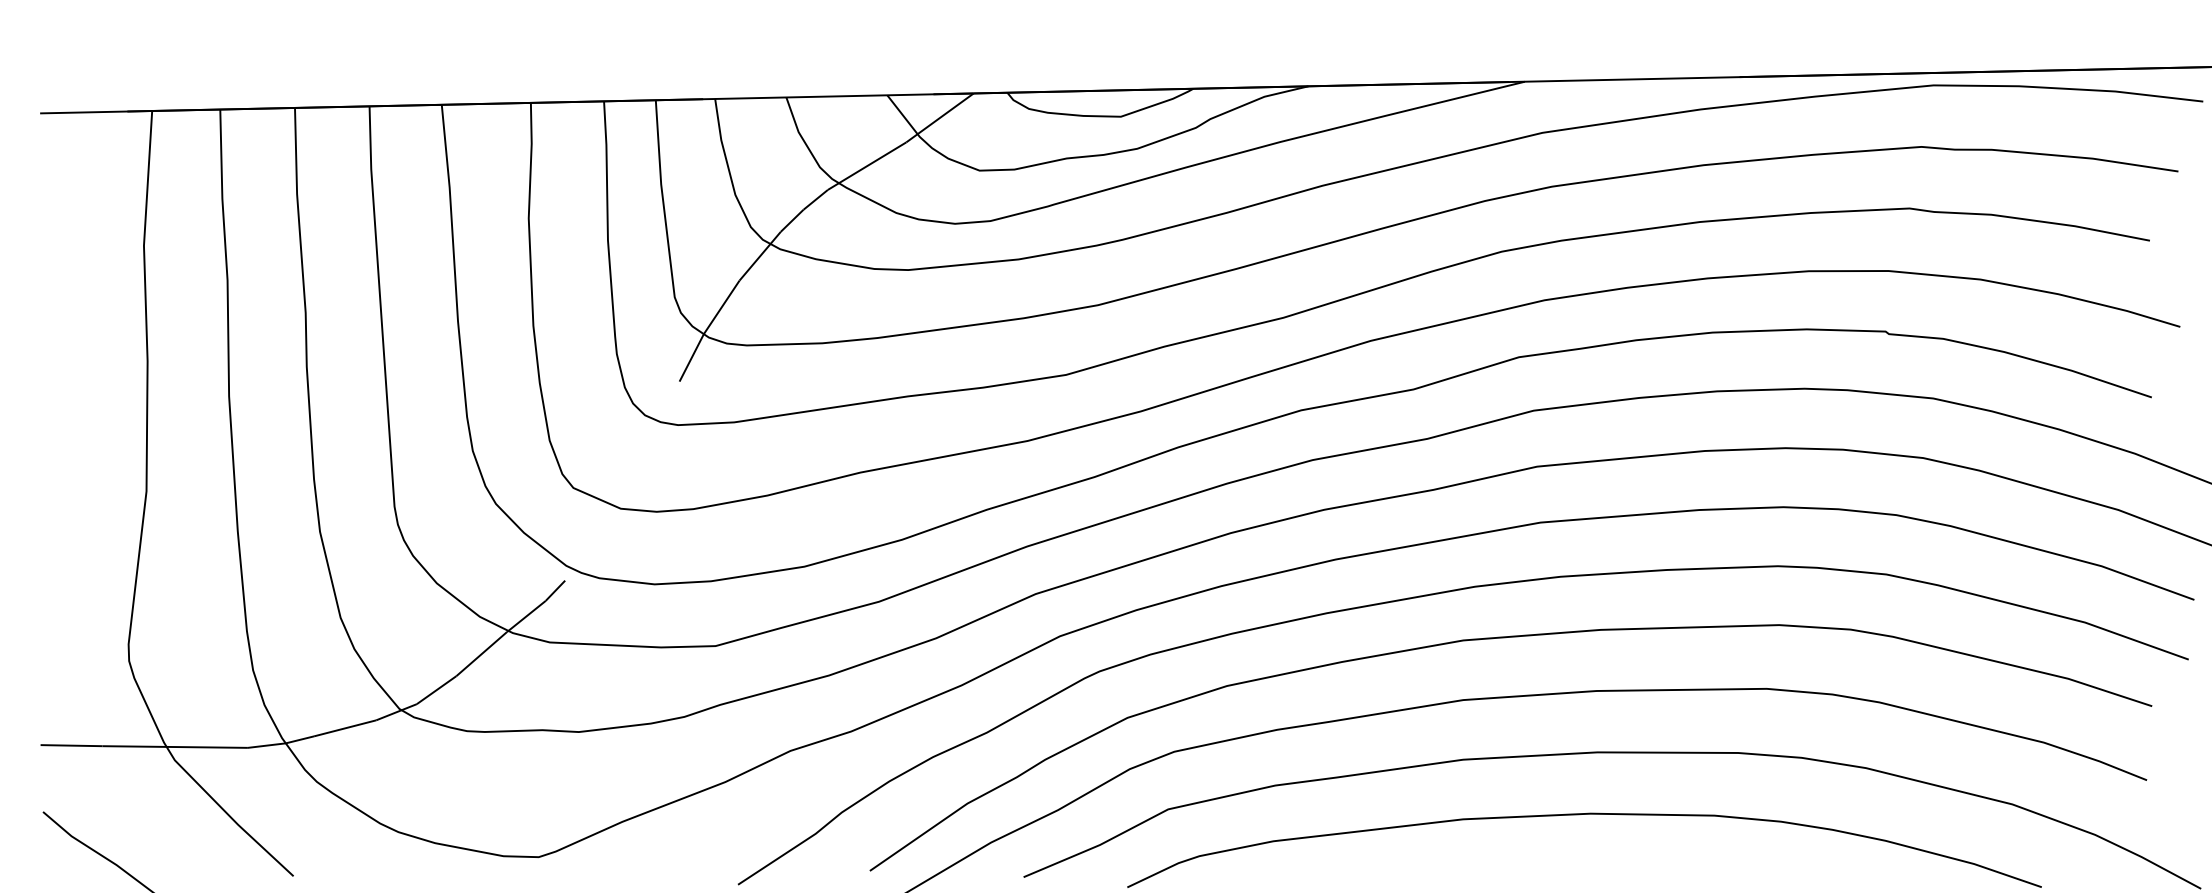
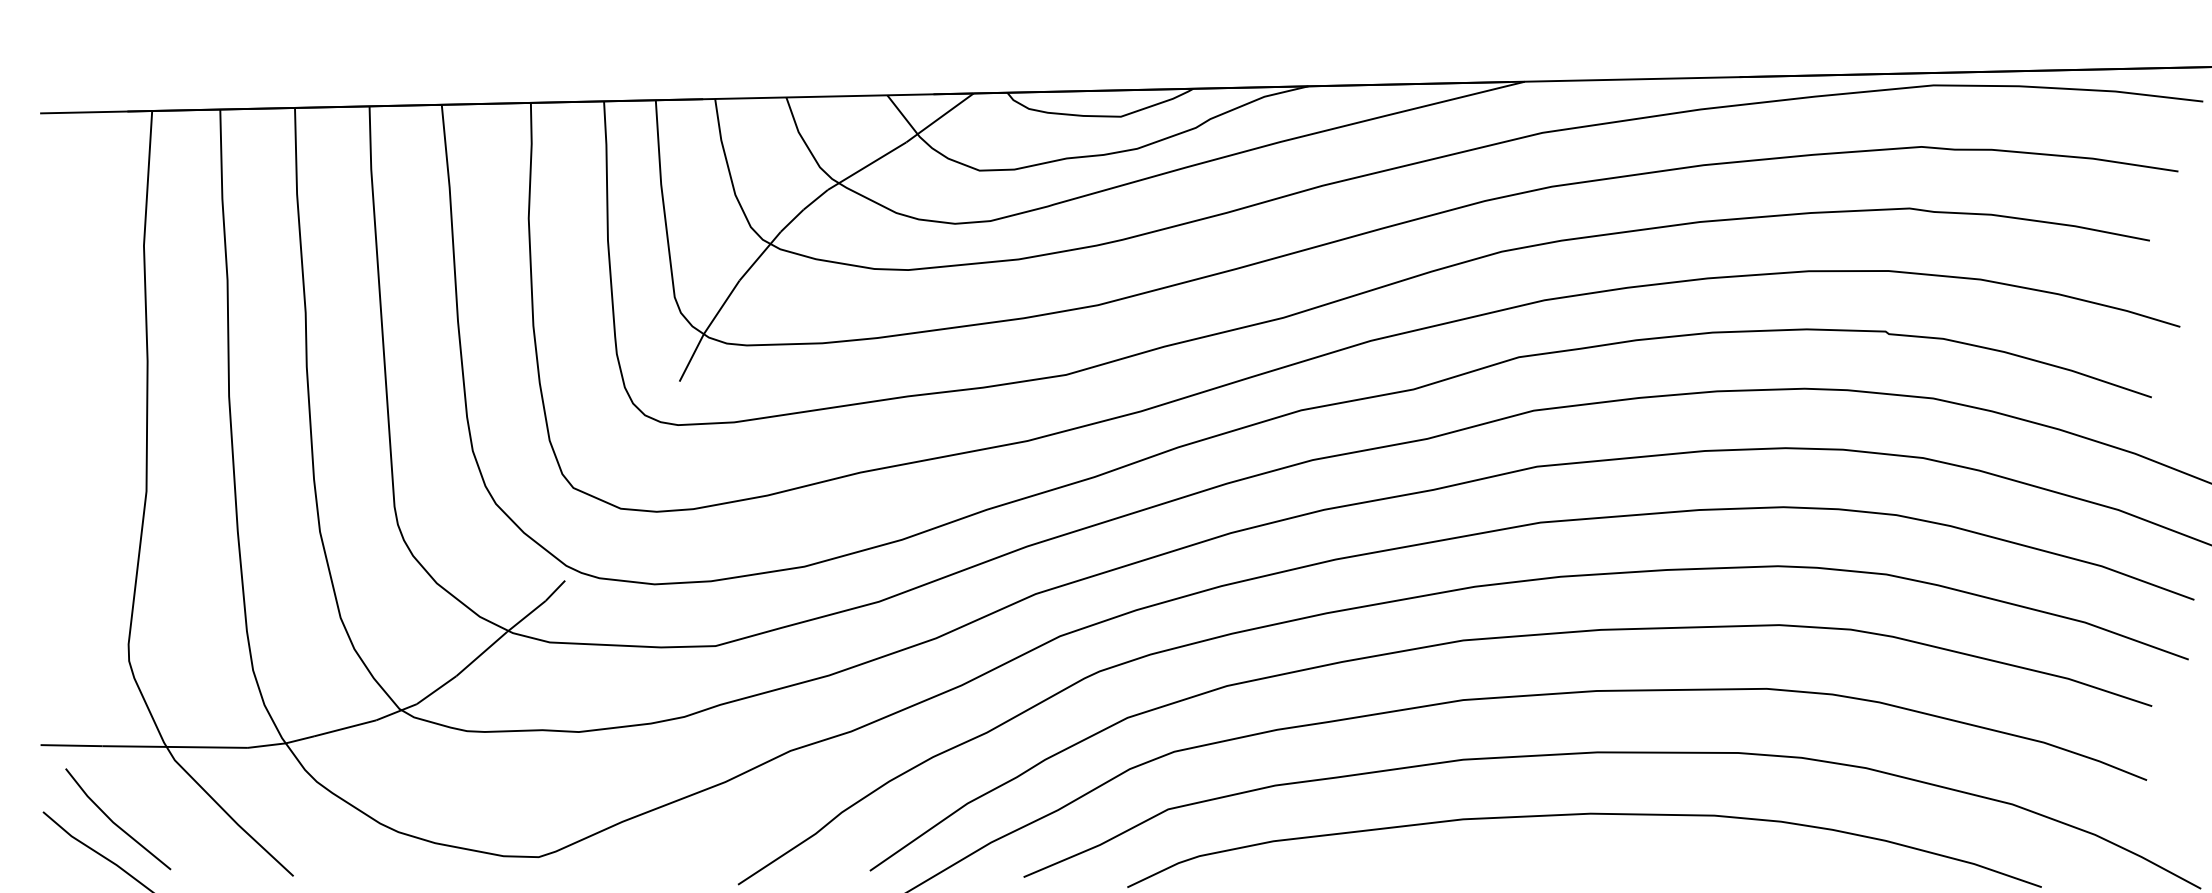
line at (116, 823): none -> present
